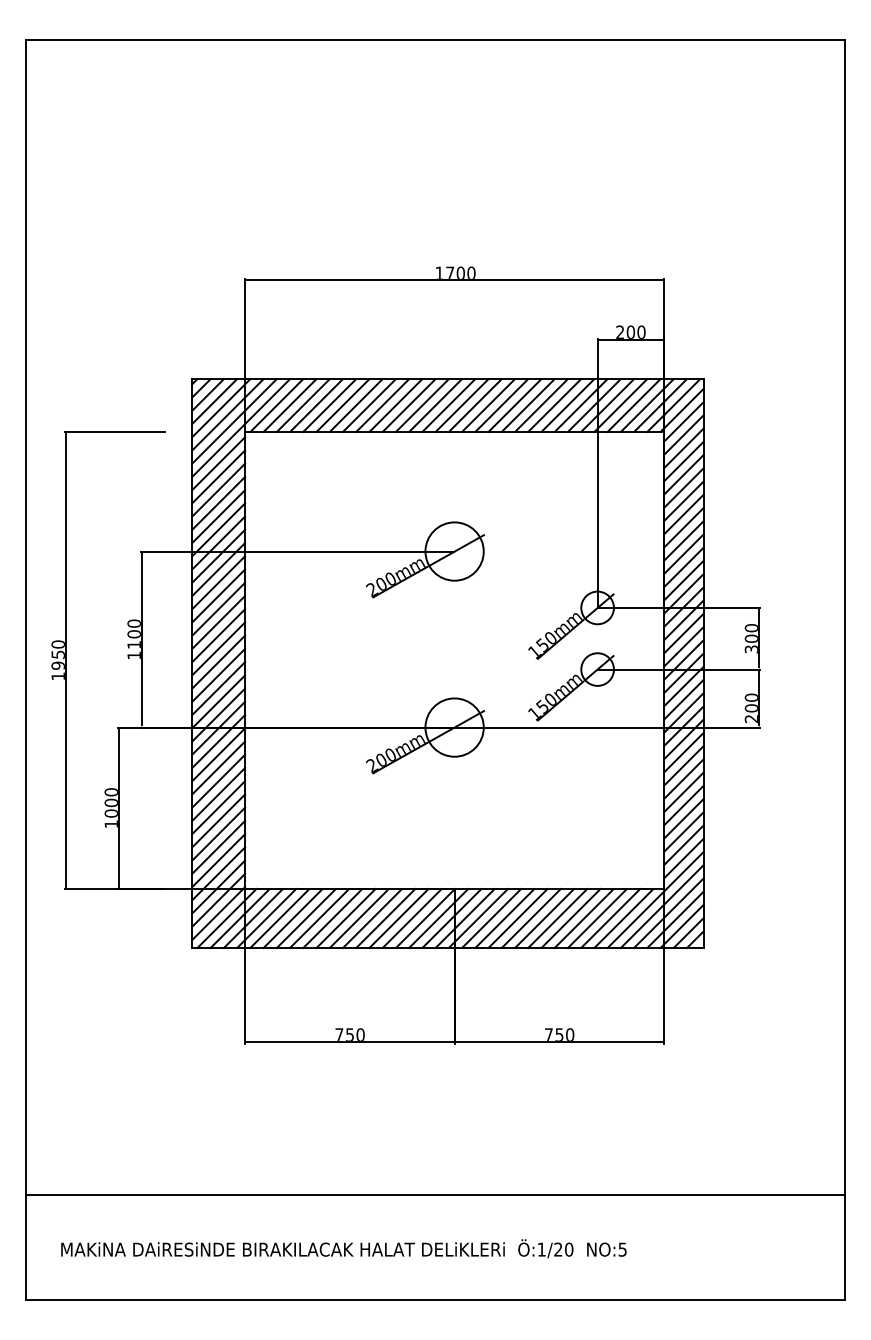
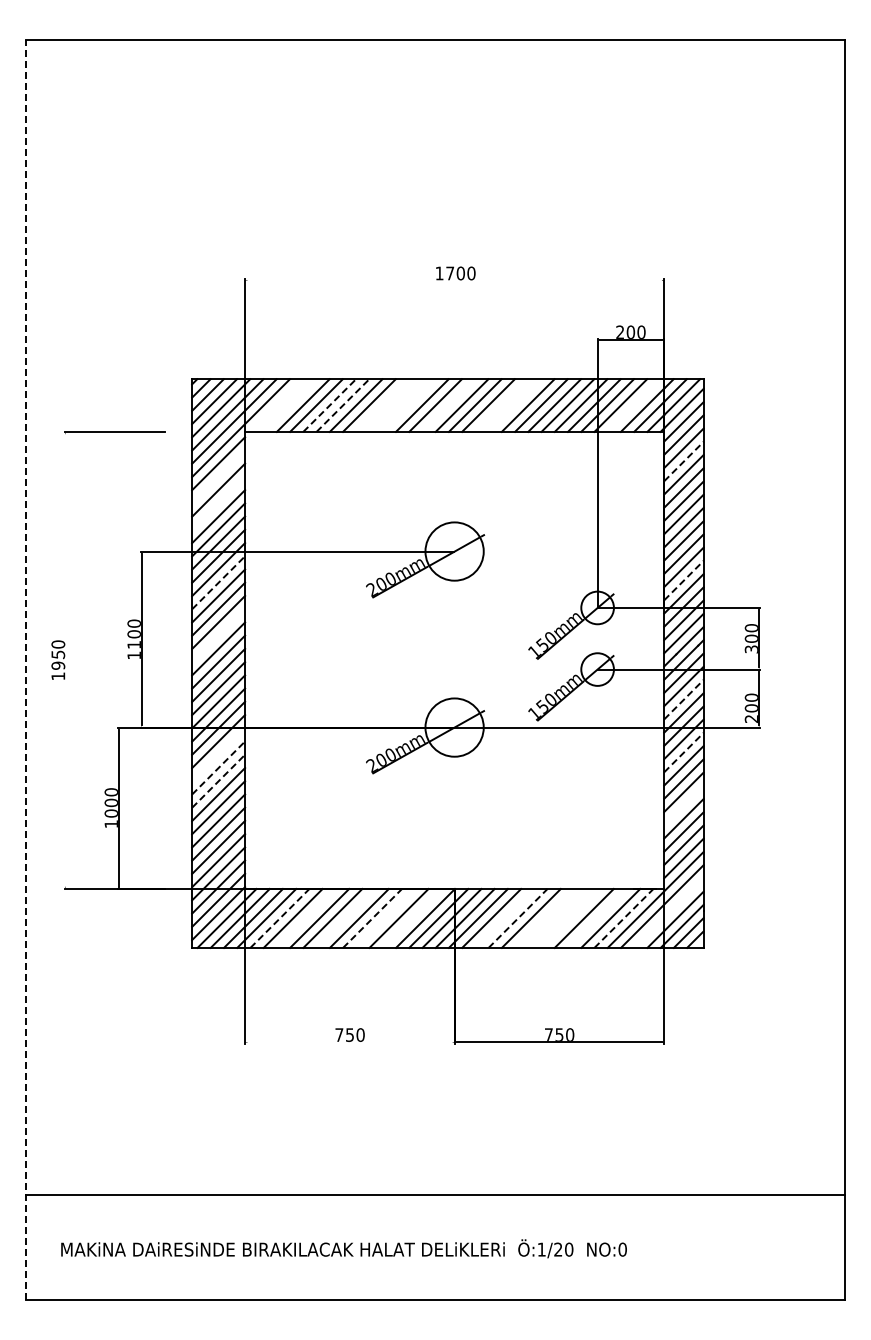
line at (454, 280): present -> none
line at (276, 405): present -> none
line at (289, 405): present -> none
line at (330, 405): solid -> dashed
line at (343, 405): solid -> dashed
line at (382, 405): present -> none
line at (395, 405): present -> none
line at (408, 405): present -> none
line at (448, 405): present -> none
line at (501, 405): present -> none
line at (514, 405): present -> none
line at (633, 405): present -> none
line at (683, 461): solid -> dashed
line at (218, 476): present -> none
line at (218, 502): present -> none
line at (683, 580): solid -> dashed
line at (218, 582): solid -> dashed
line at (218, 635): present -> none
line at (65, 660): present -> none
line at (26, 669): solid -> dashed
line at (683, 699): solid -> dashed
line at (683, 752): solid -> dashed
line at (218, 754): present -> none
line at (218, 767): solid -> dashed
line at (218, 780): solid -> dashed
line at (683, 805): present -> none
line at (668, 912): present -> none
line at (279, 918): solid -> dashed
line at (305, 918): present -> none
line at (345, 918): present -> none
line at (372, 918): solid -> dashed
line at (385, 918): present -> none
line at (411, 918): present -> none
line at (504, 918): present -> none
line at (518, 918): solid -> dashed
line at (544, 918): present -> none
line at (557, 918): present -> none
line at (570, 918): present -> none
line at (597, 918): present -> none
line at (623, 918): solid -> dashed
line at (349, 1042): present -> none
text at (622, 1249): NO:5 -> NO:0
